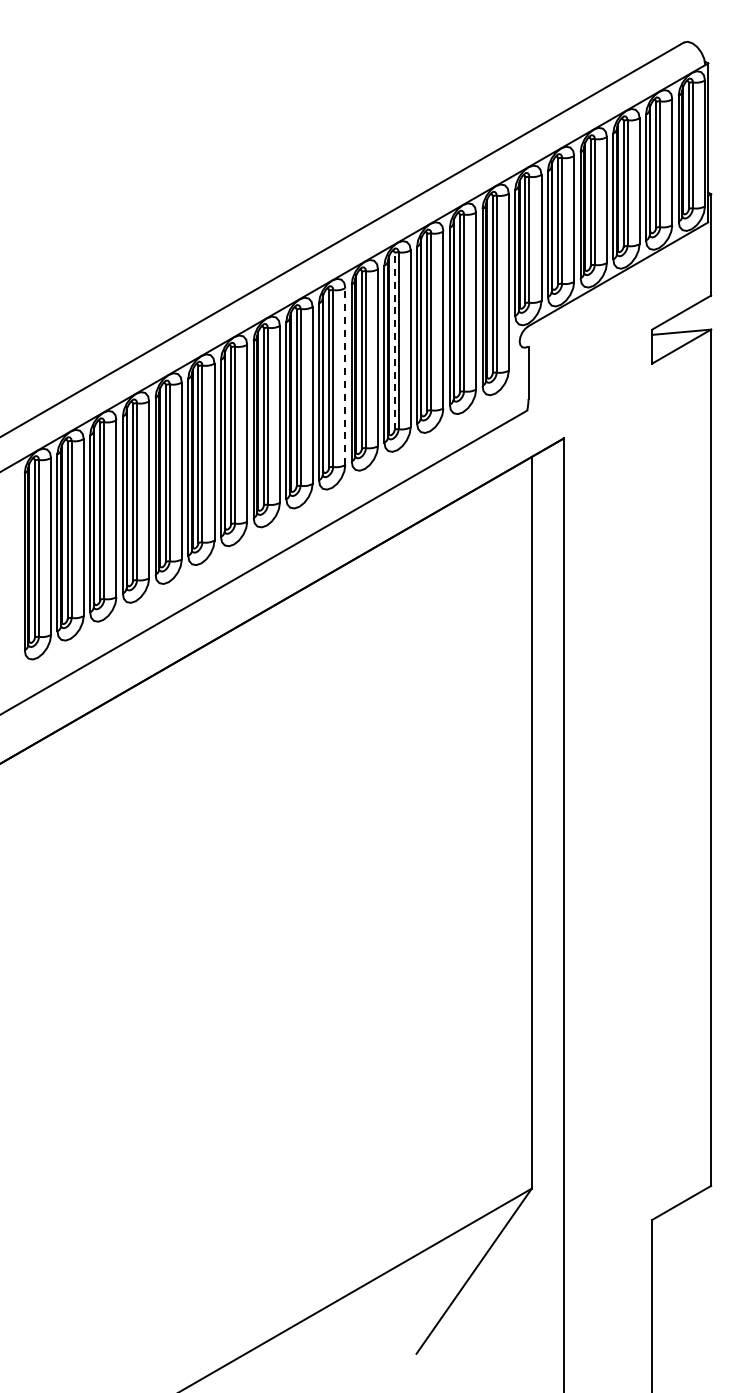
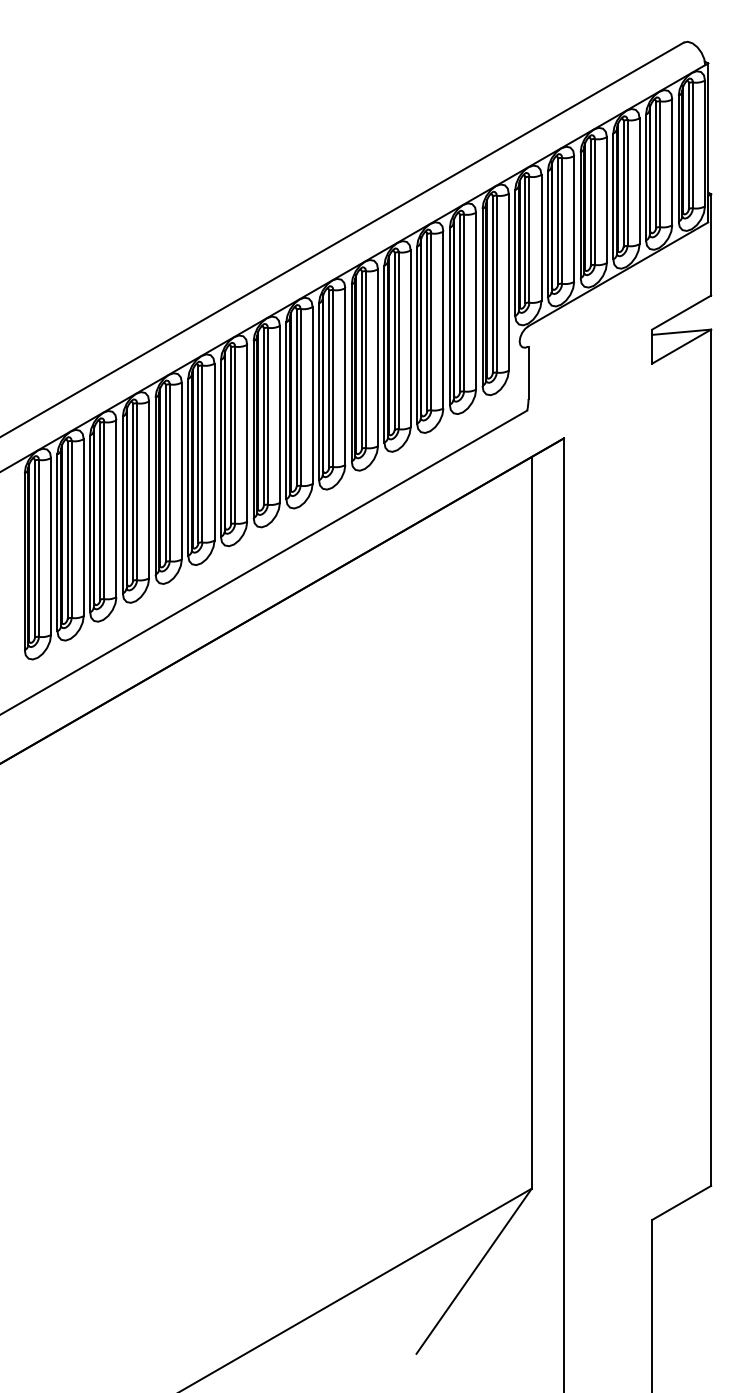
line at (394, 340): dashed -> solid
line at (345, 376): dashed -> solid
